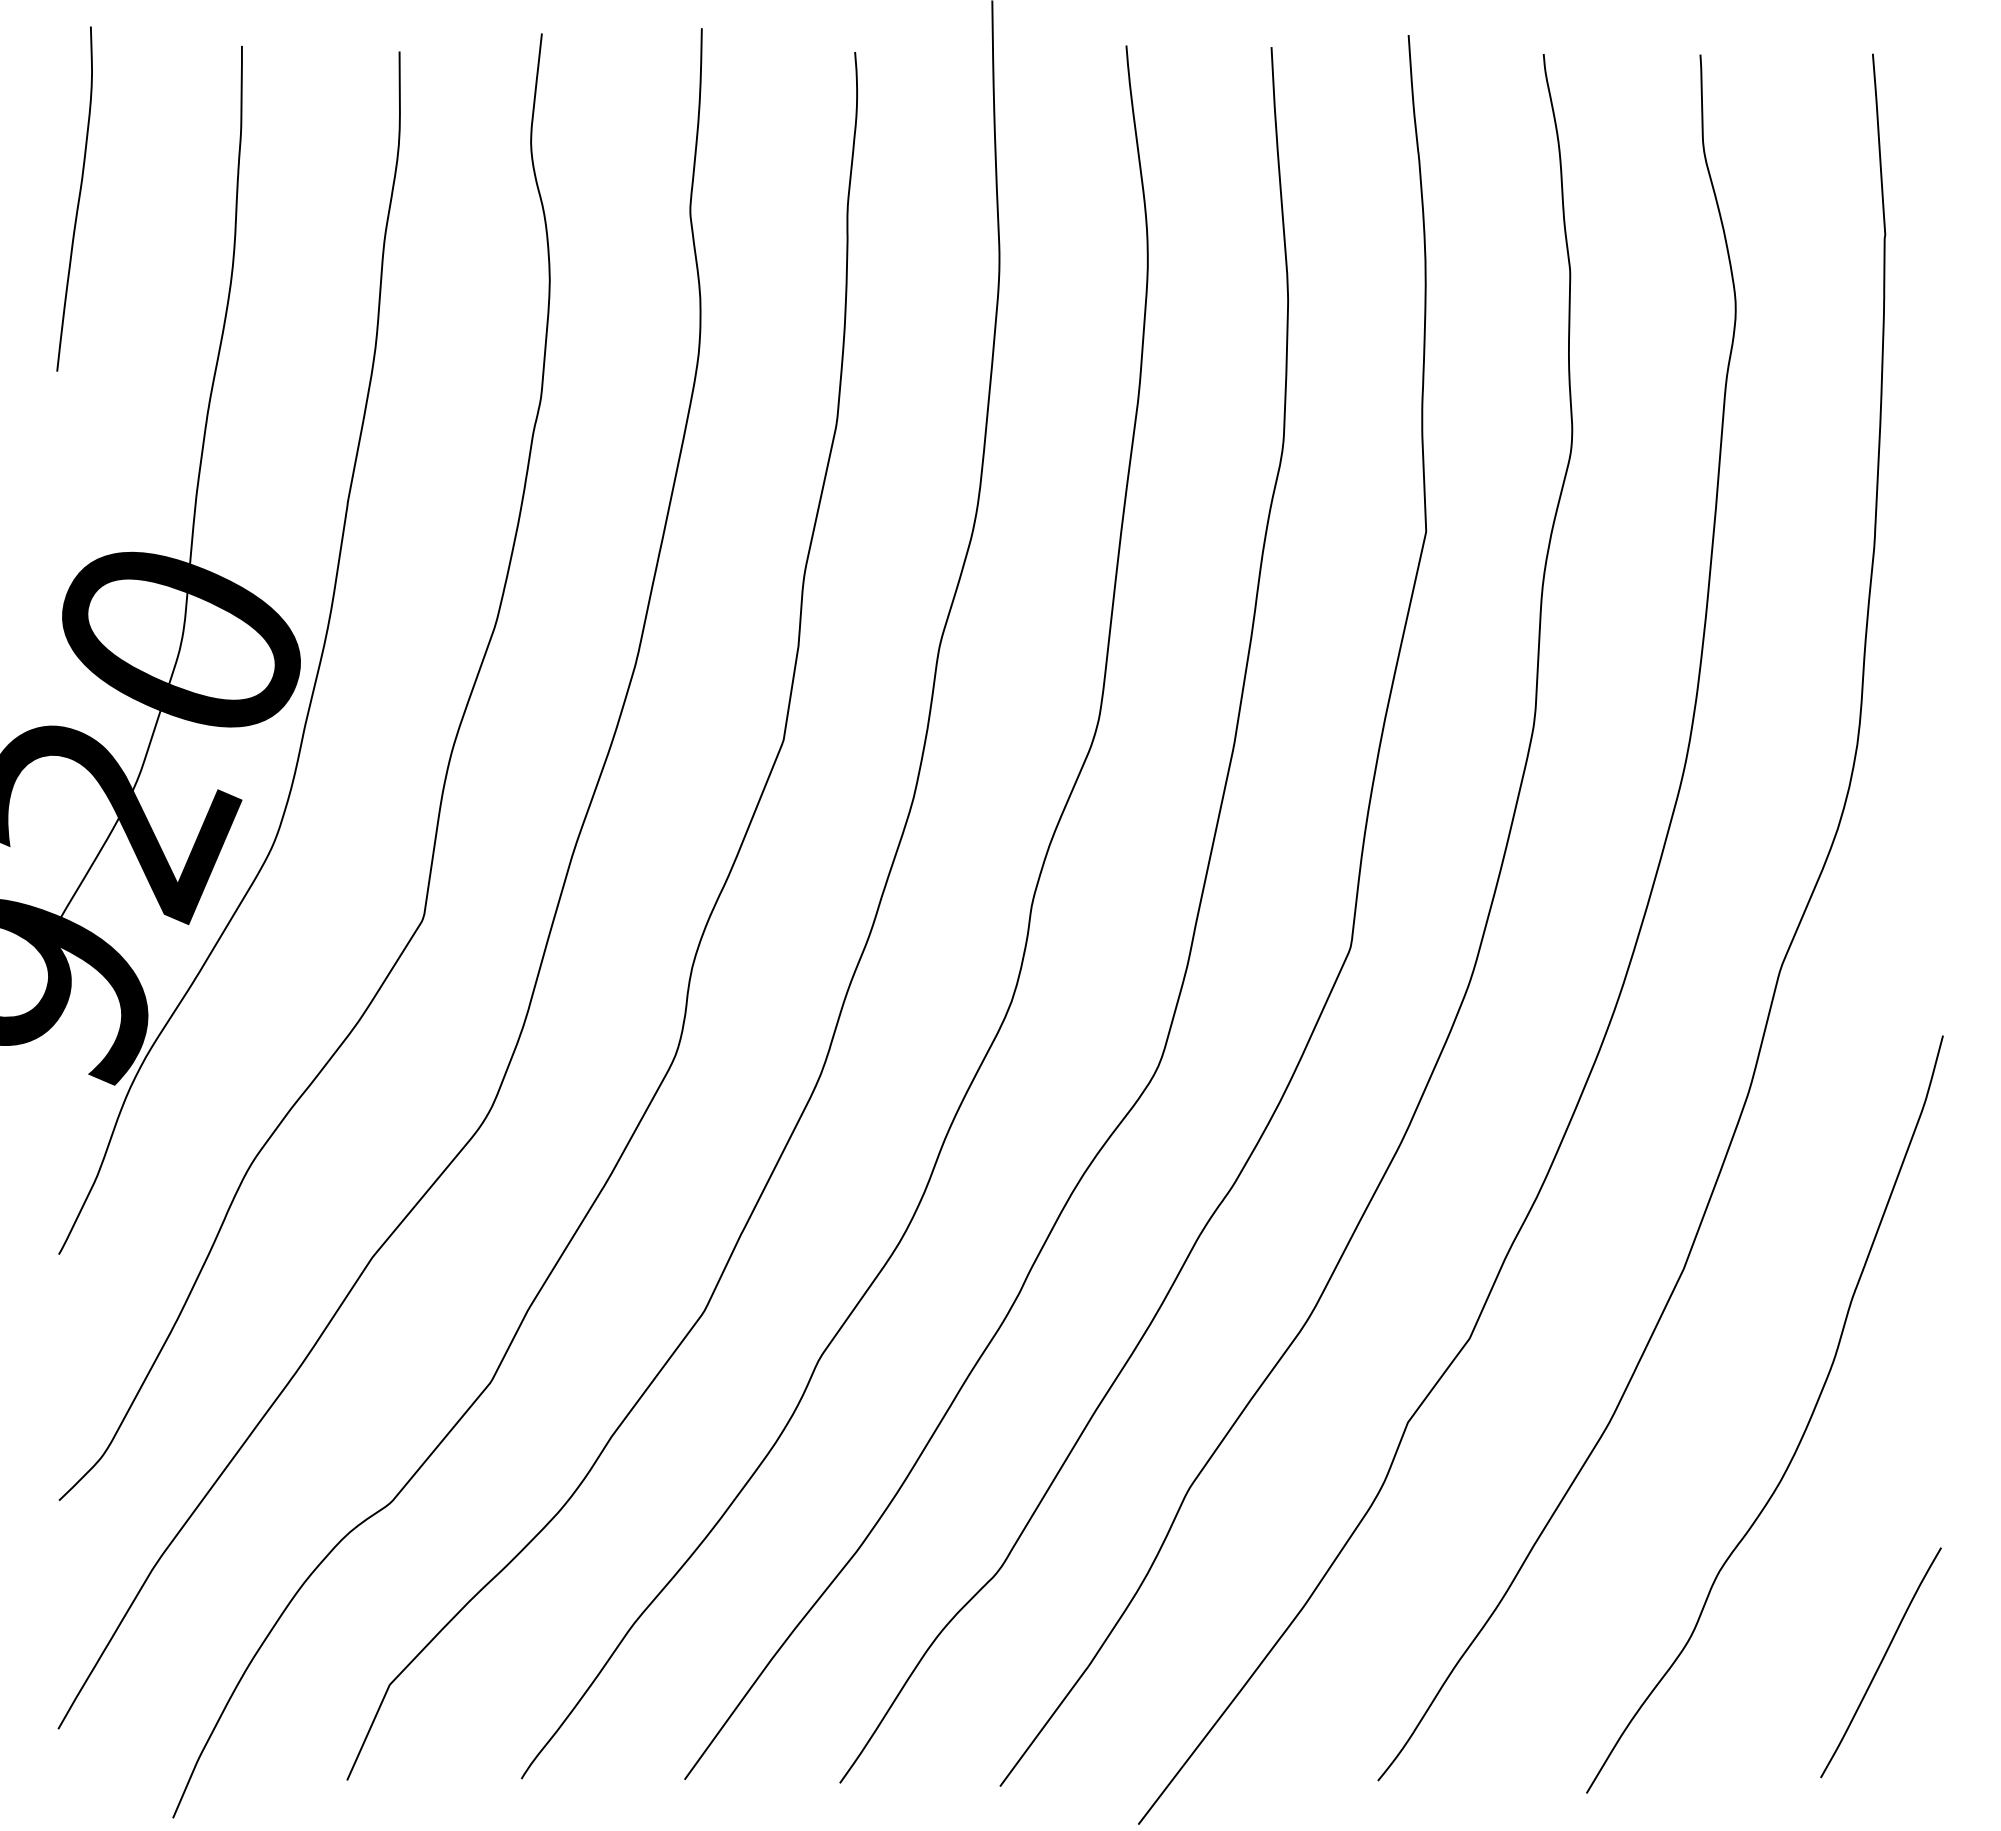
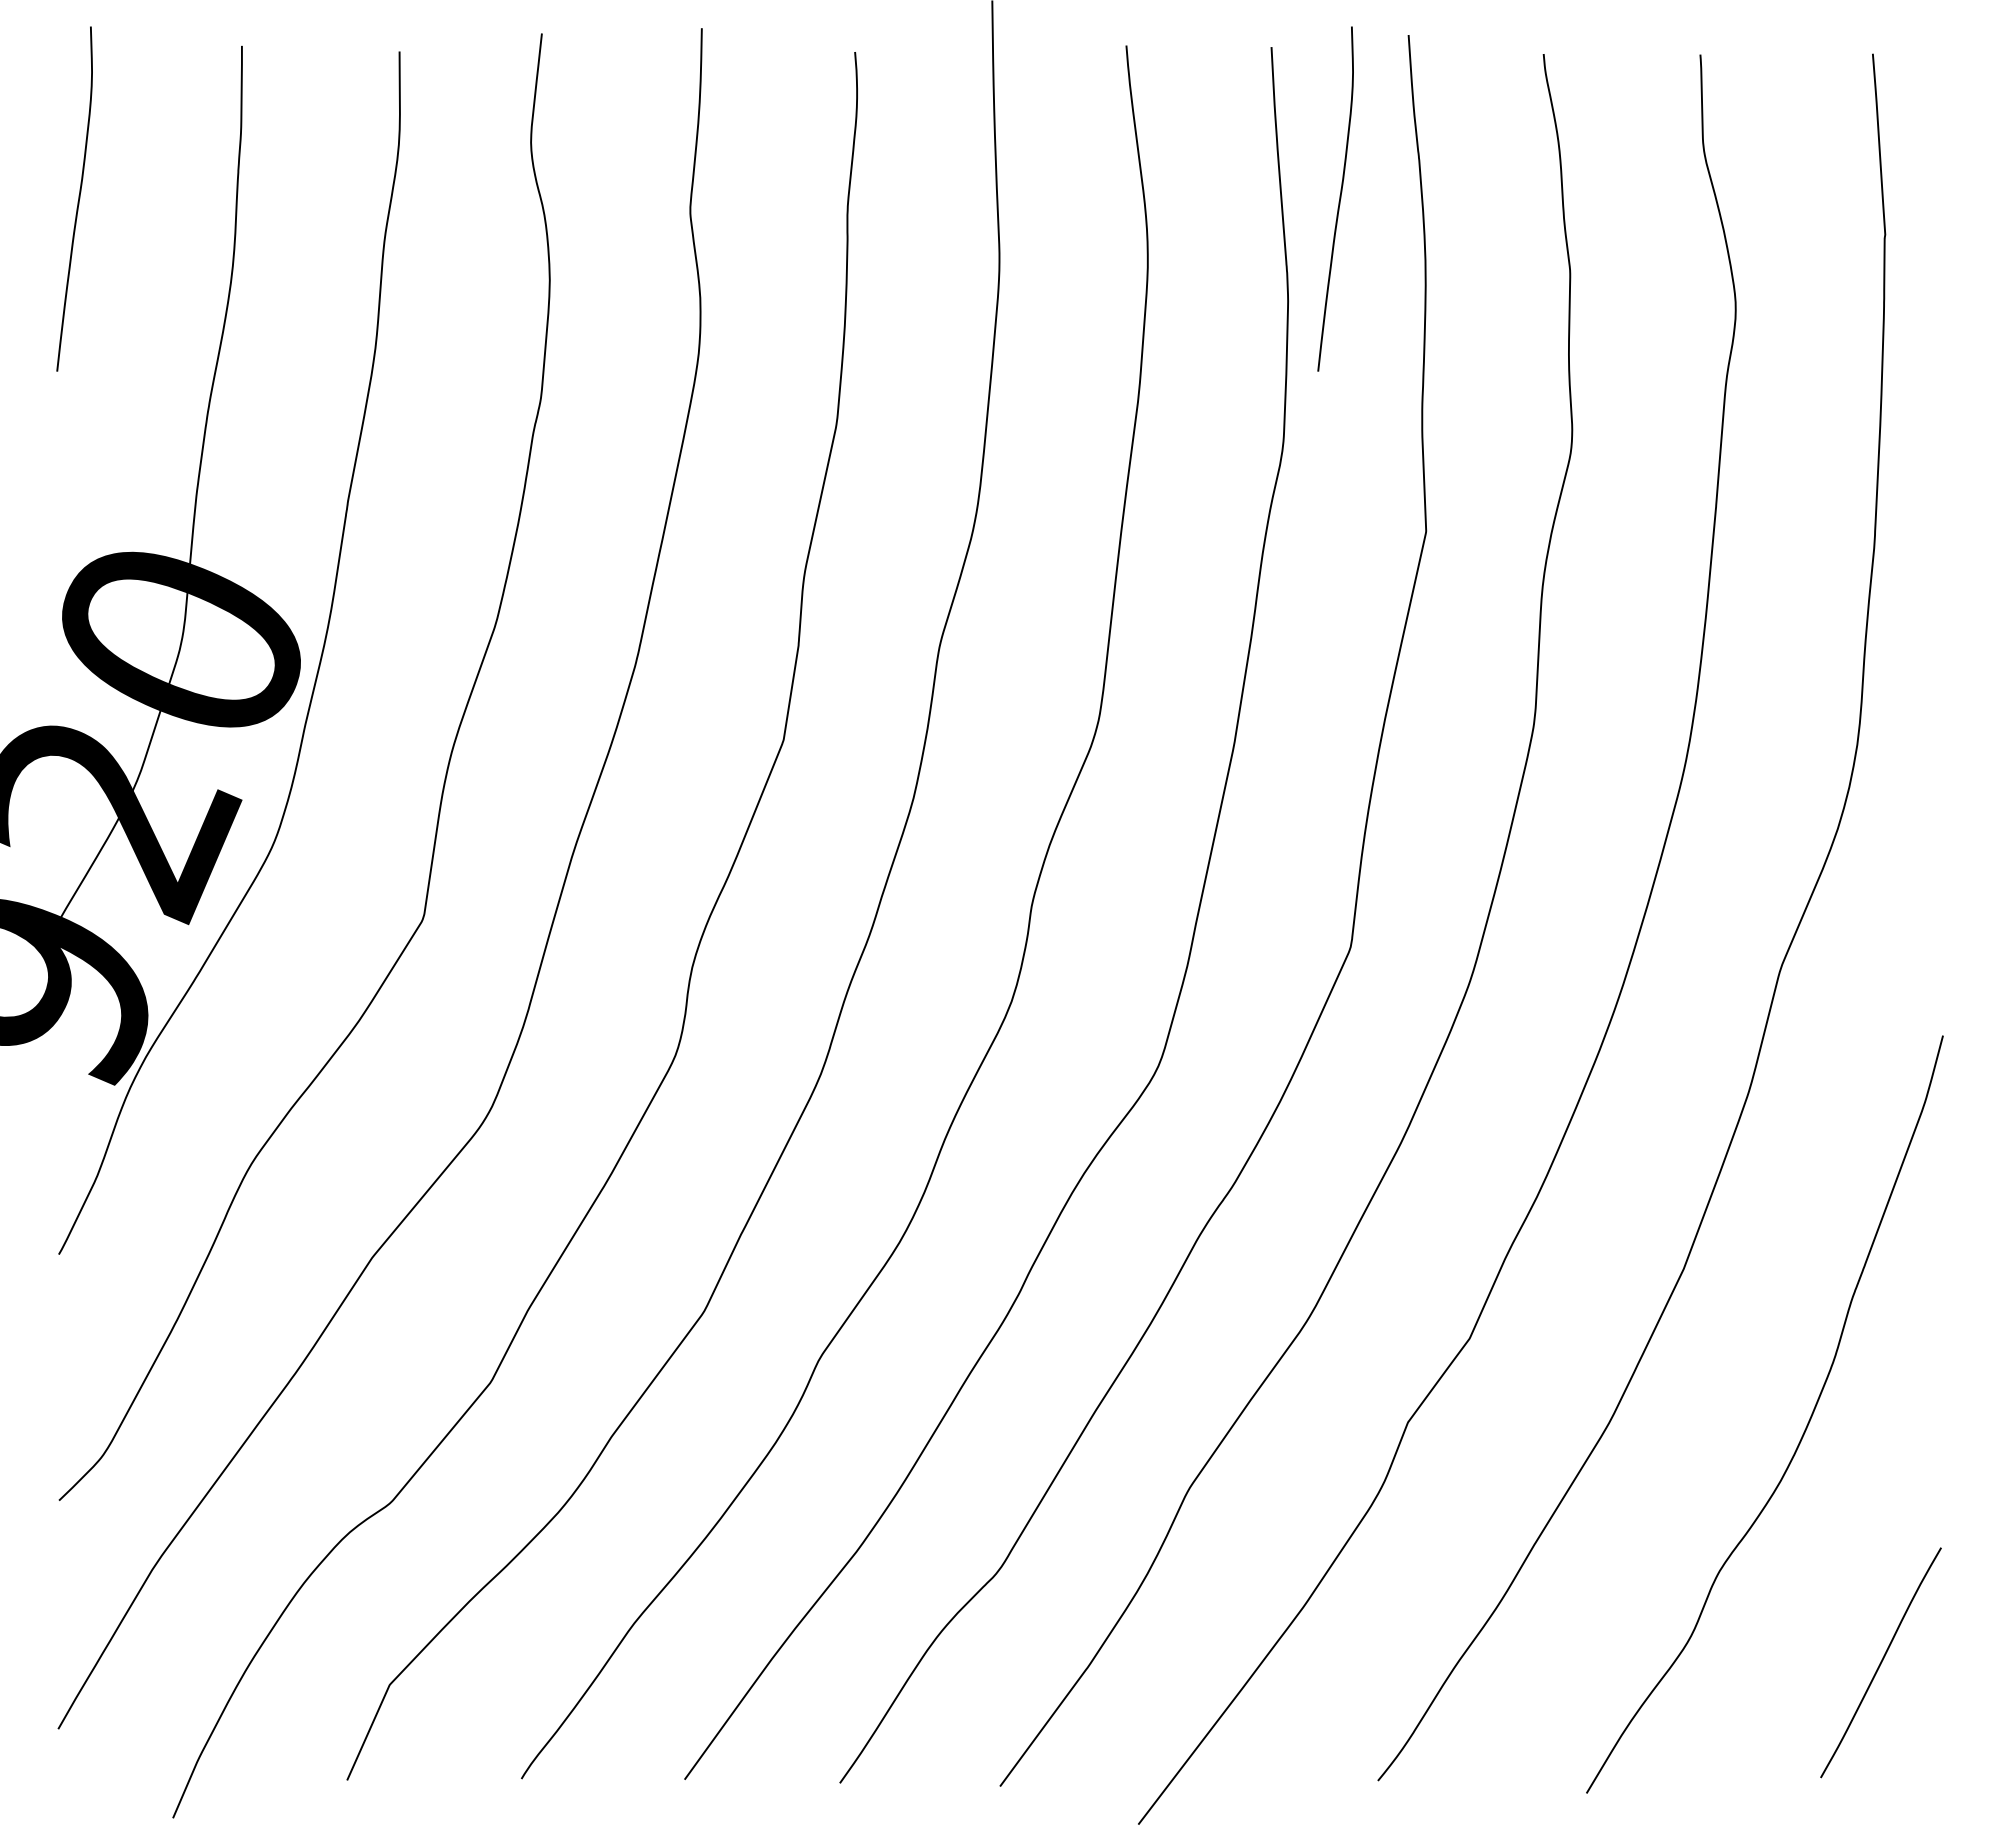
curve at (1339, 198): none -> present
